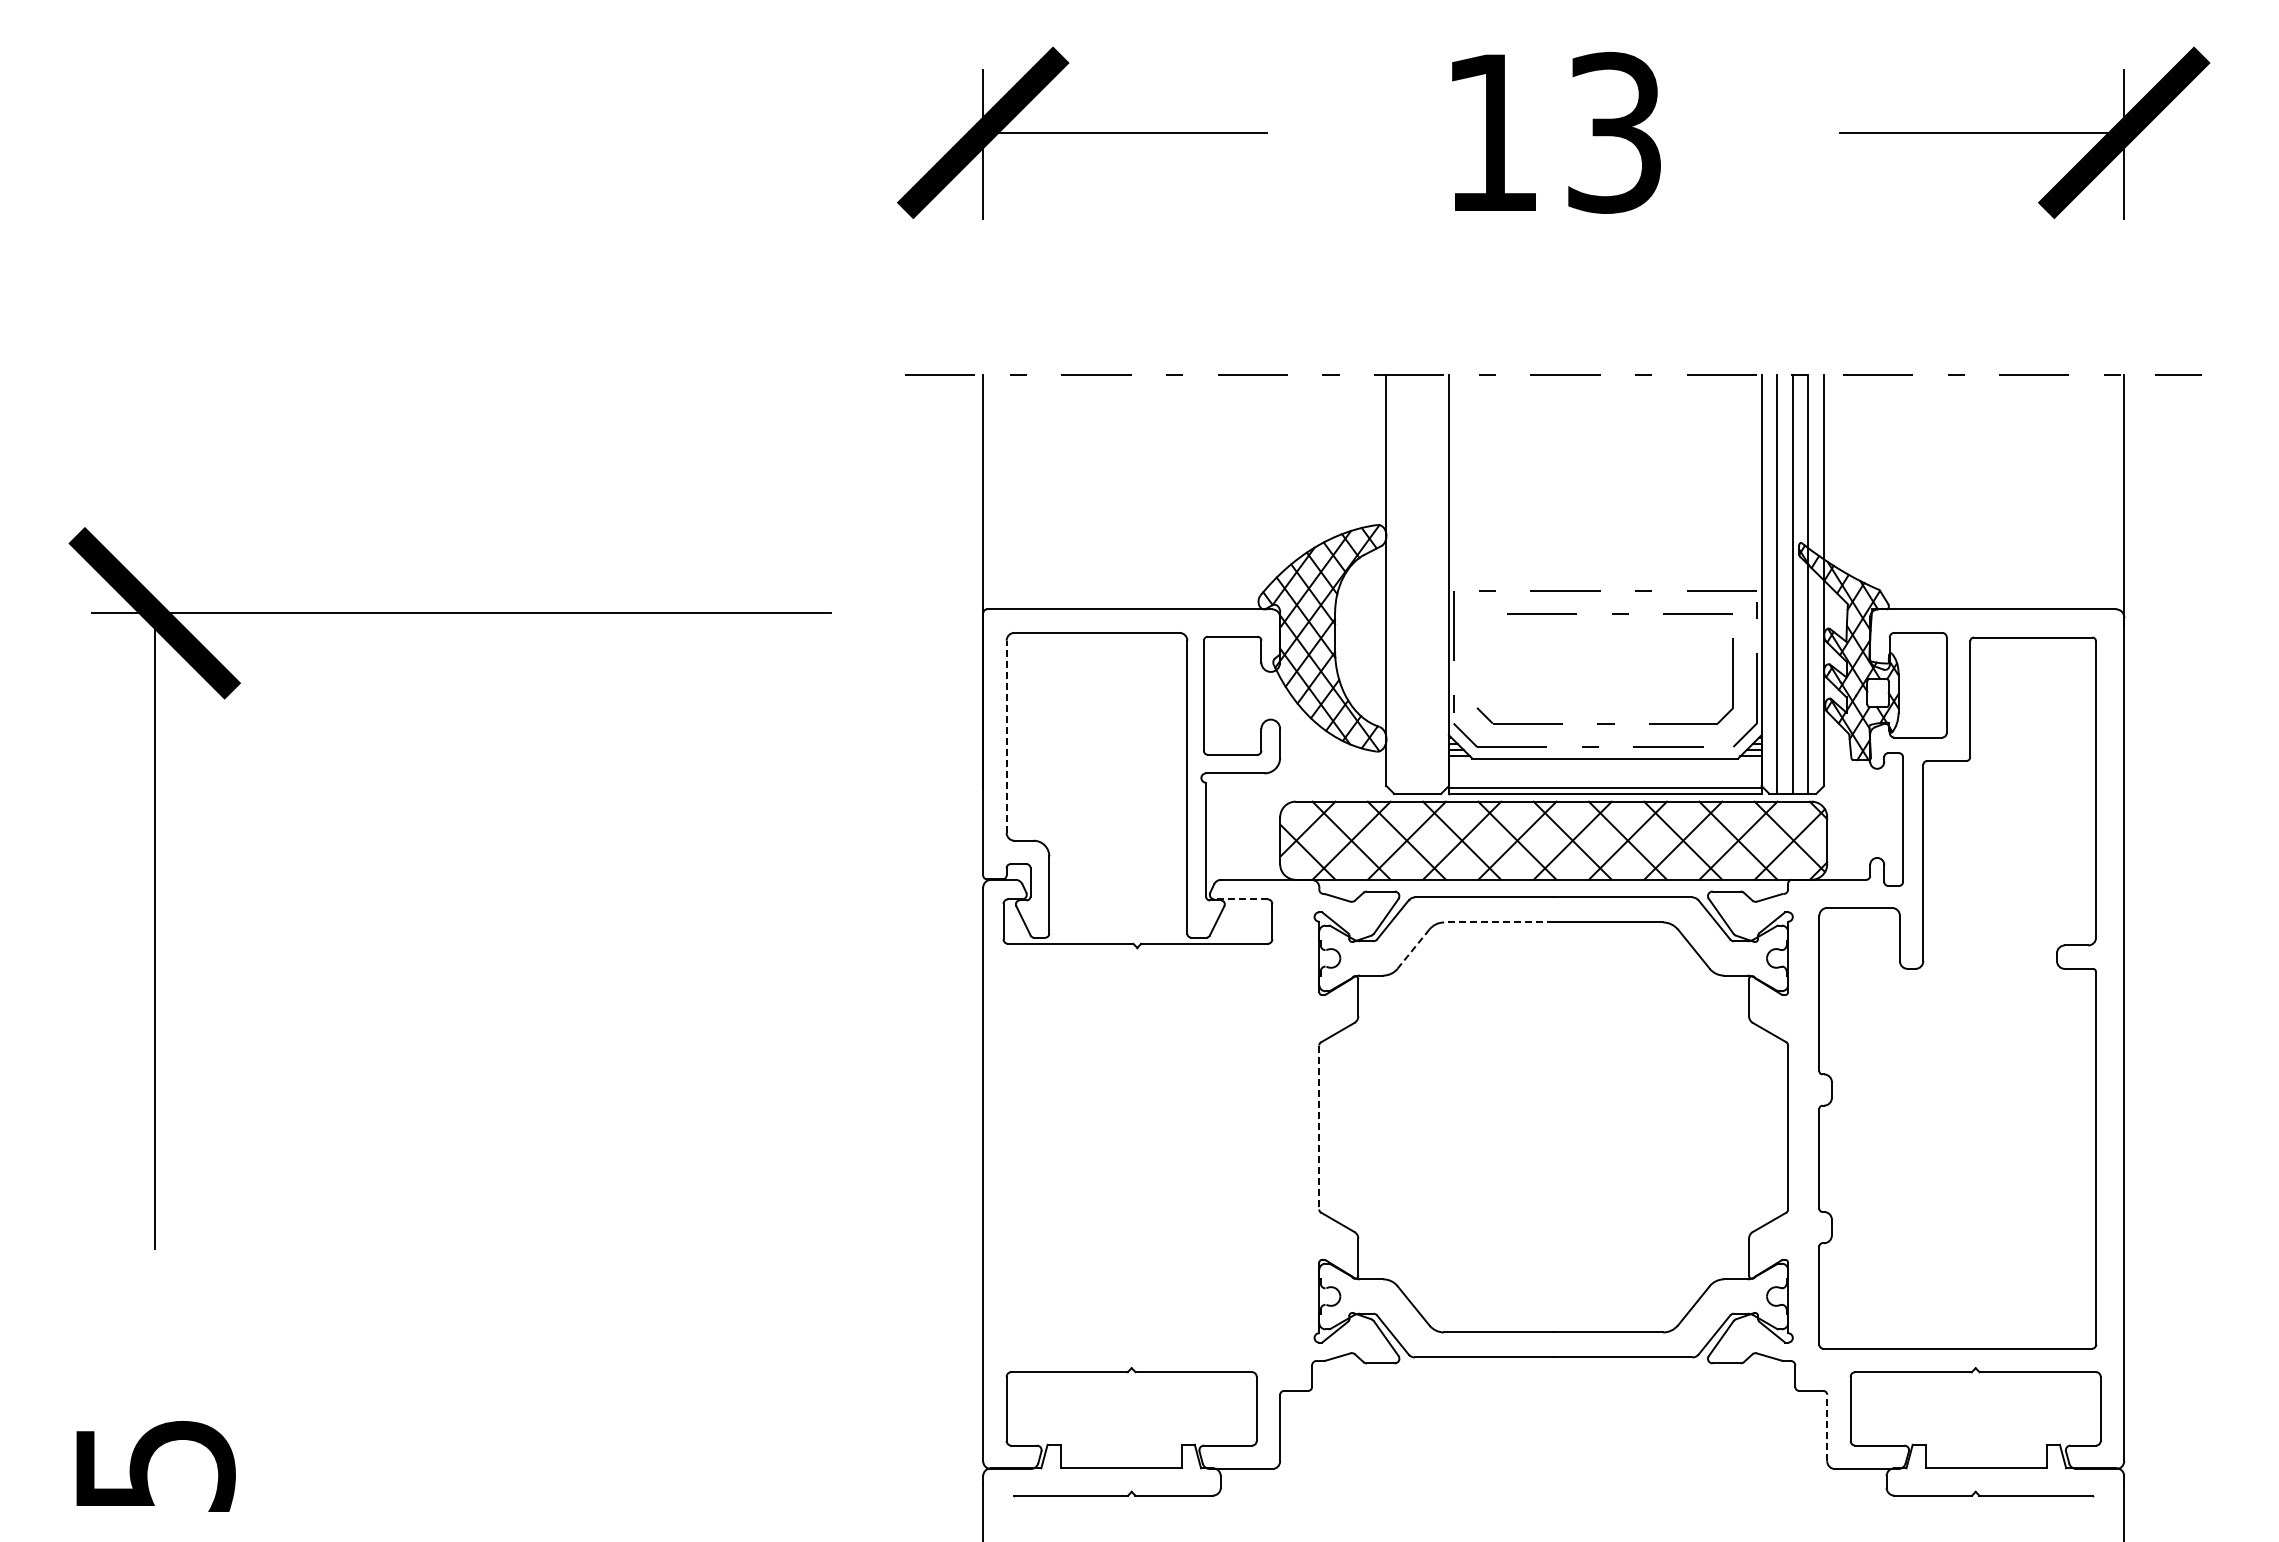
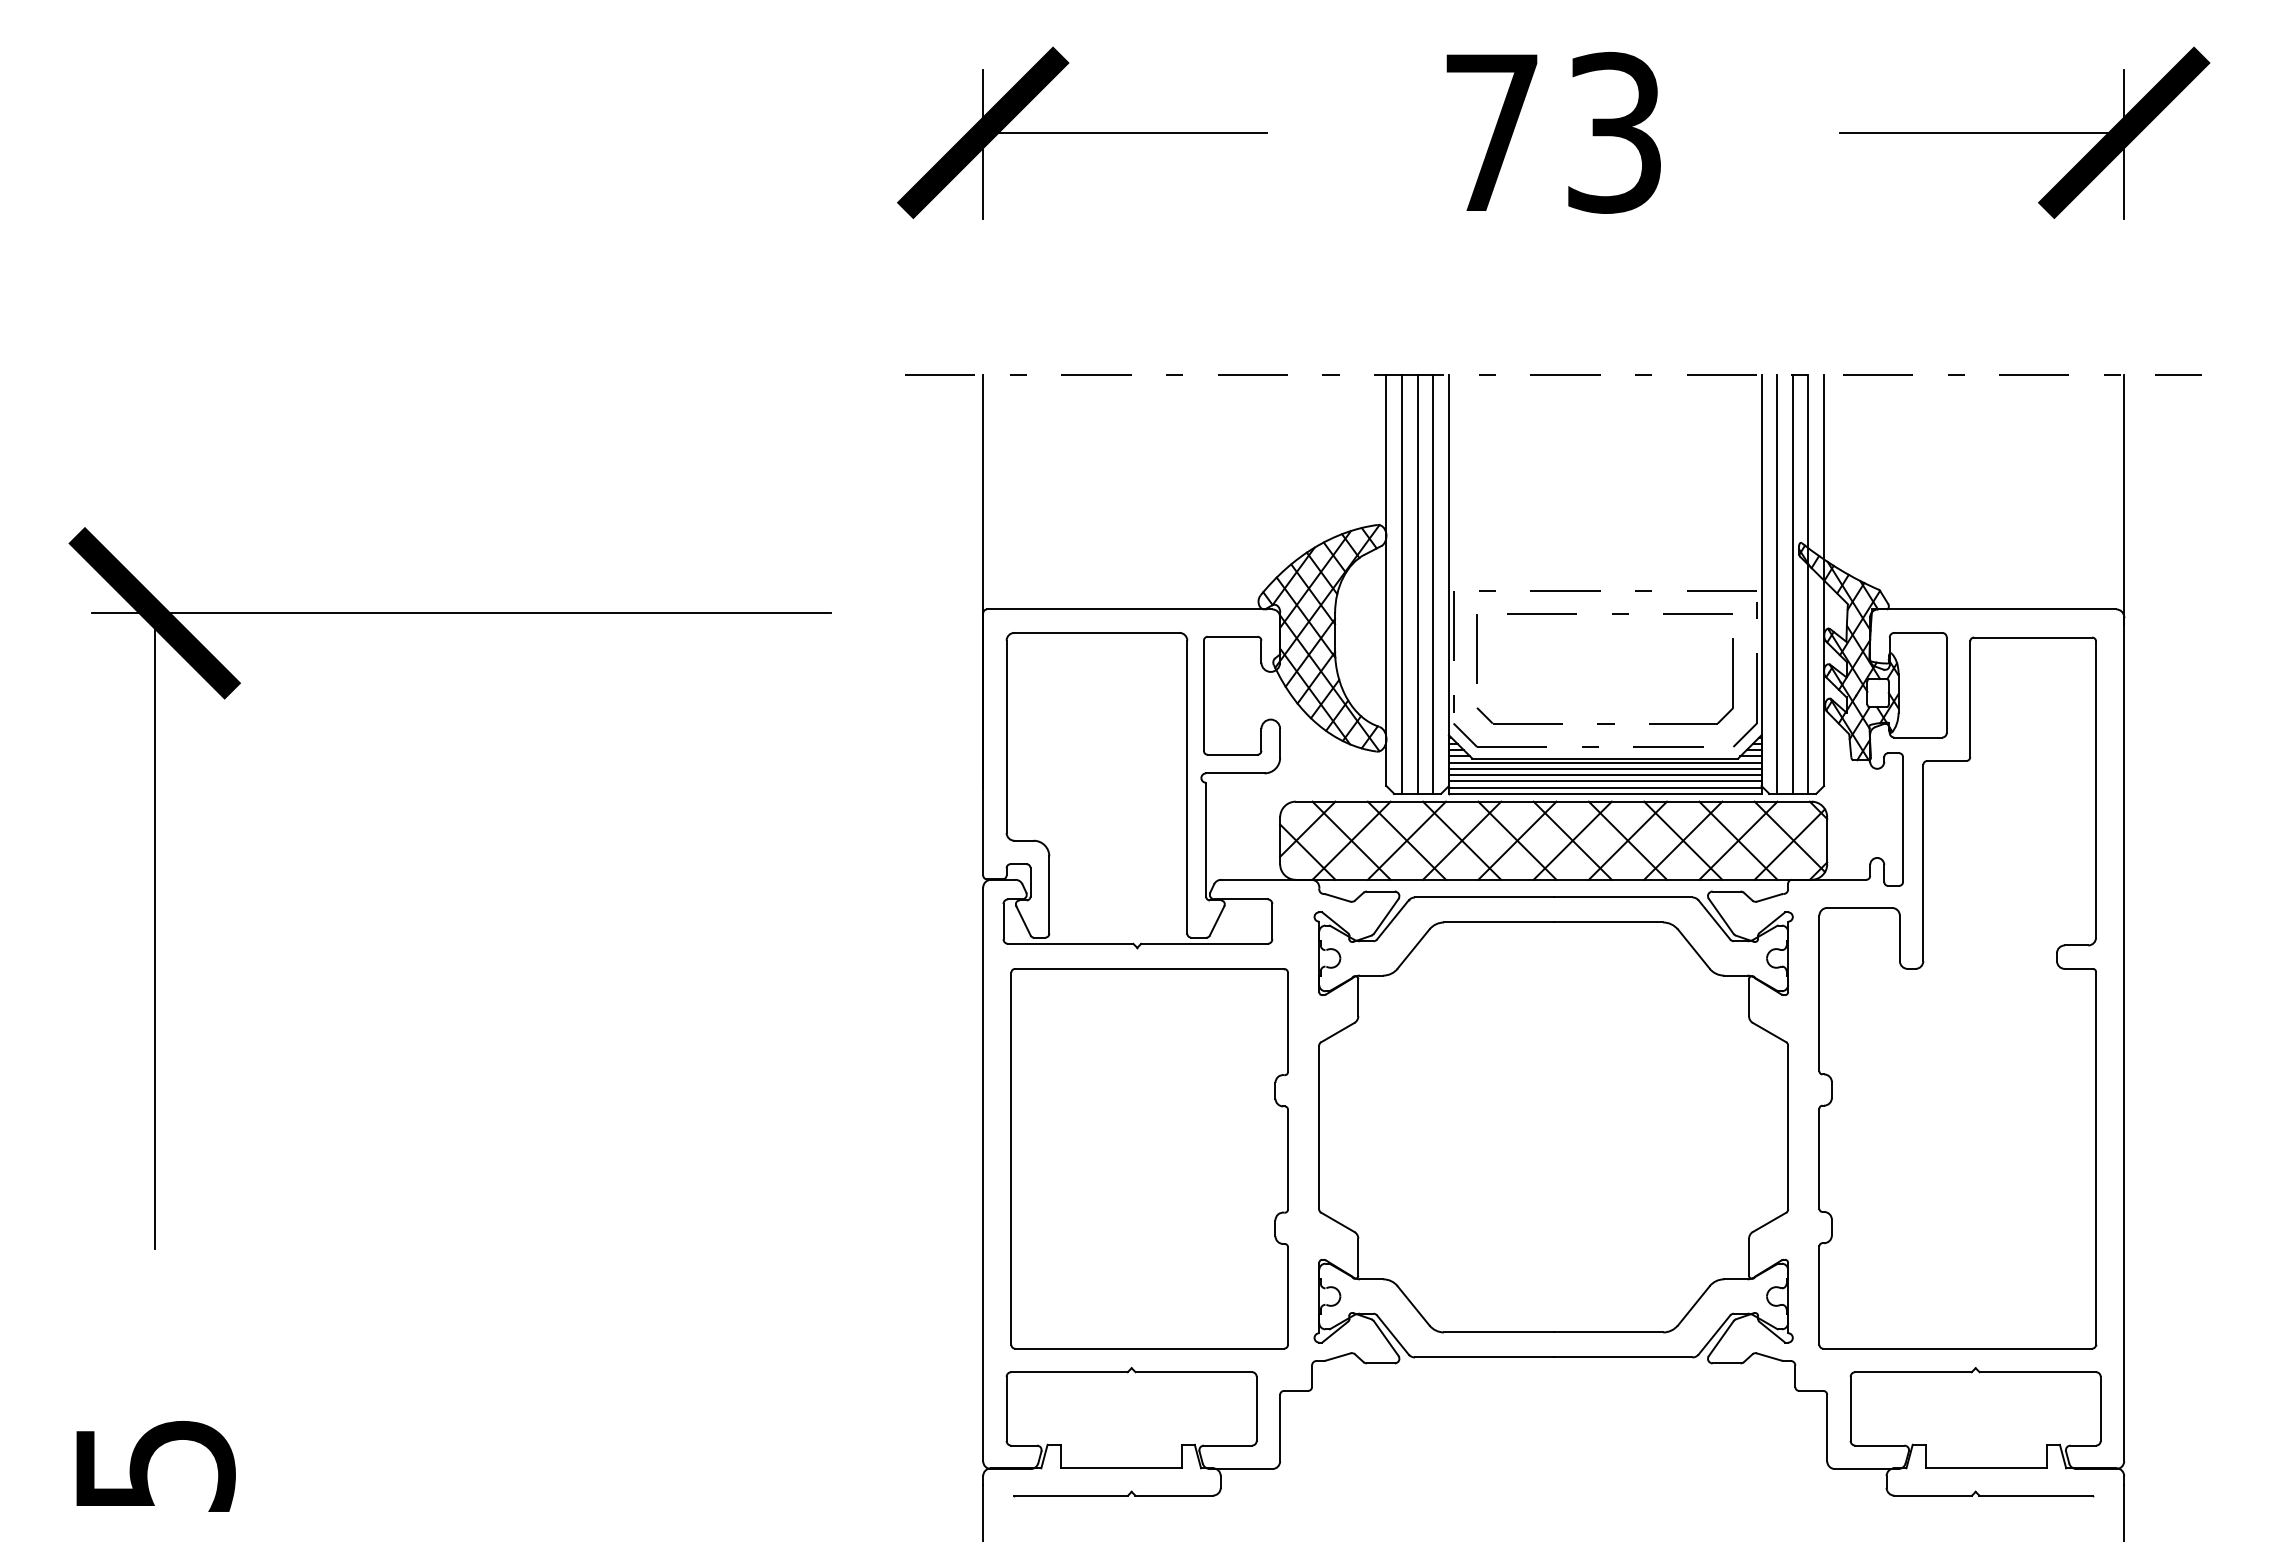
text at (1491, 132): 13 -> 73
line at (1402, 583): none -> present
line at (1417, 583): none -> present
line at (1433, 583): none -> present
line at (1476, 648): none -> present
line at (1006, 736): dashed -> solid
line at (1604, 762): none -> present
line at (1604, 768): none -> present
line at (1604, 775): none -> present
line at (1604, 781): none -> present
line at (1241, 899): dashed -> solid
line at (1498, 922): dashed -> solid
line at (1413, 949): dashed -> solid
line at (1319, 1127): dashed -> solid
part at (1149, 1158): none -> present
line at (1827, 1427): dashed -> solid
